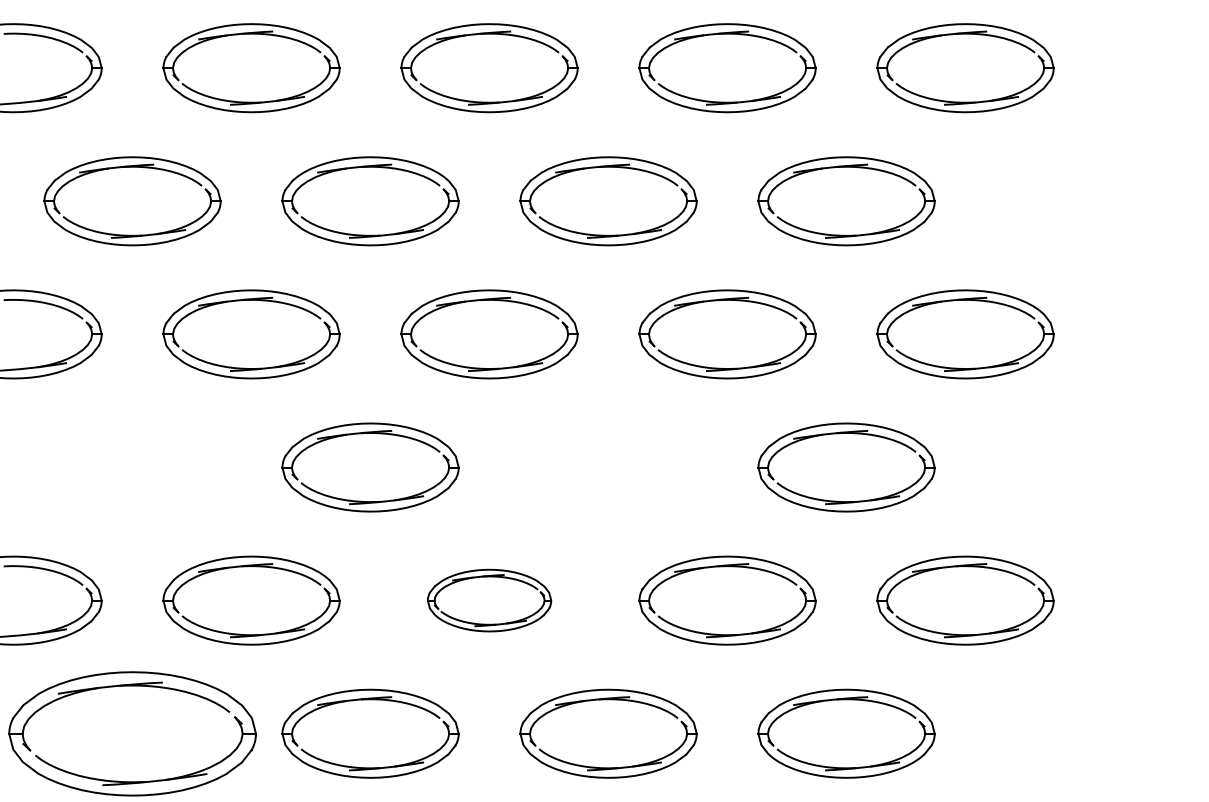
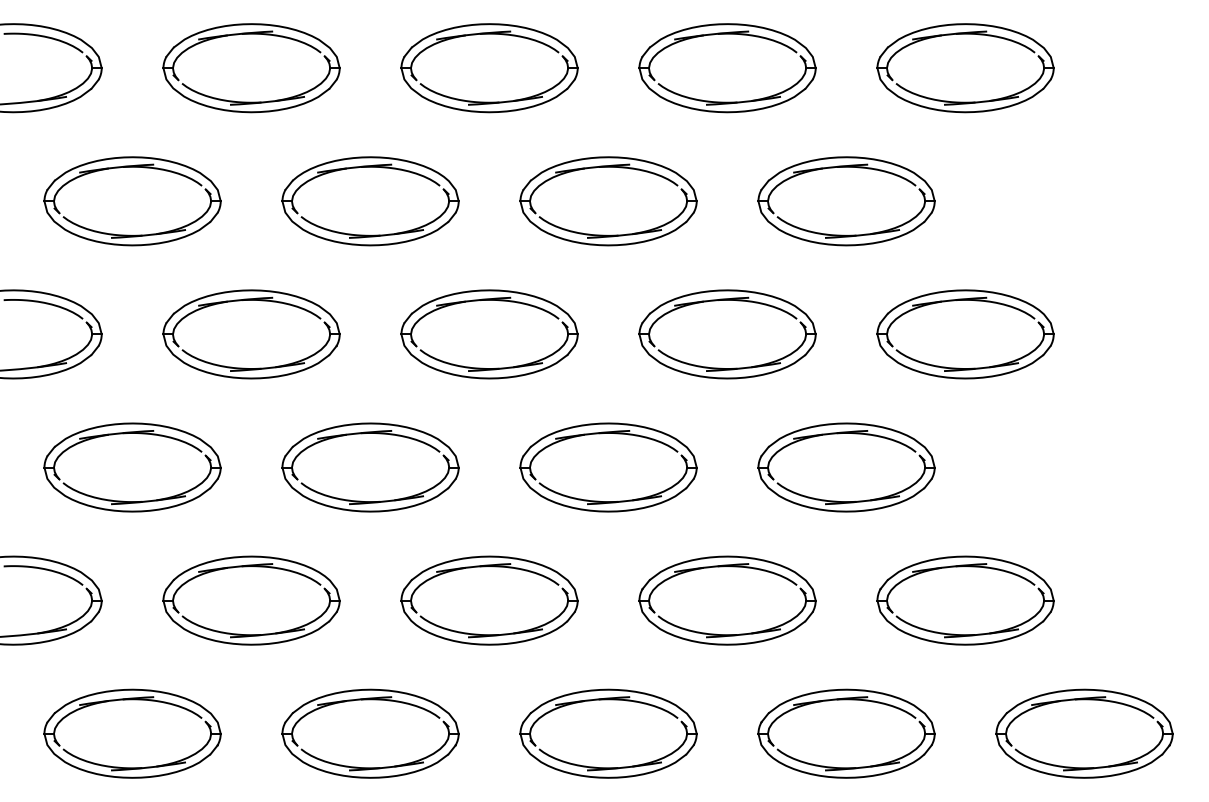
part at (132, 467): none -> present
part at (608, 467): none -> present
part at (489, 600) size: 126x65 px -> 179x91 px
part at (132, 733) size: 249x126 px -> 179x91 px
part at (1084, 733): none -> present
